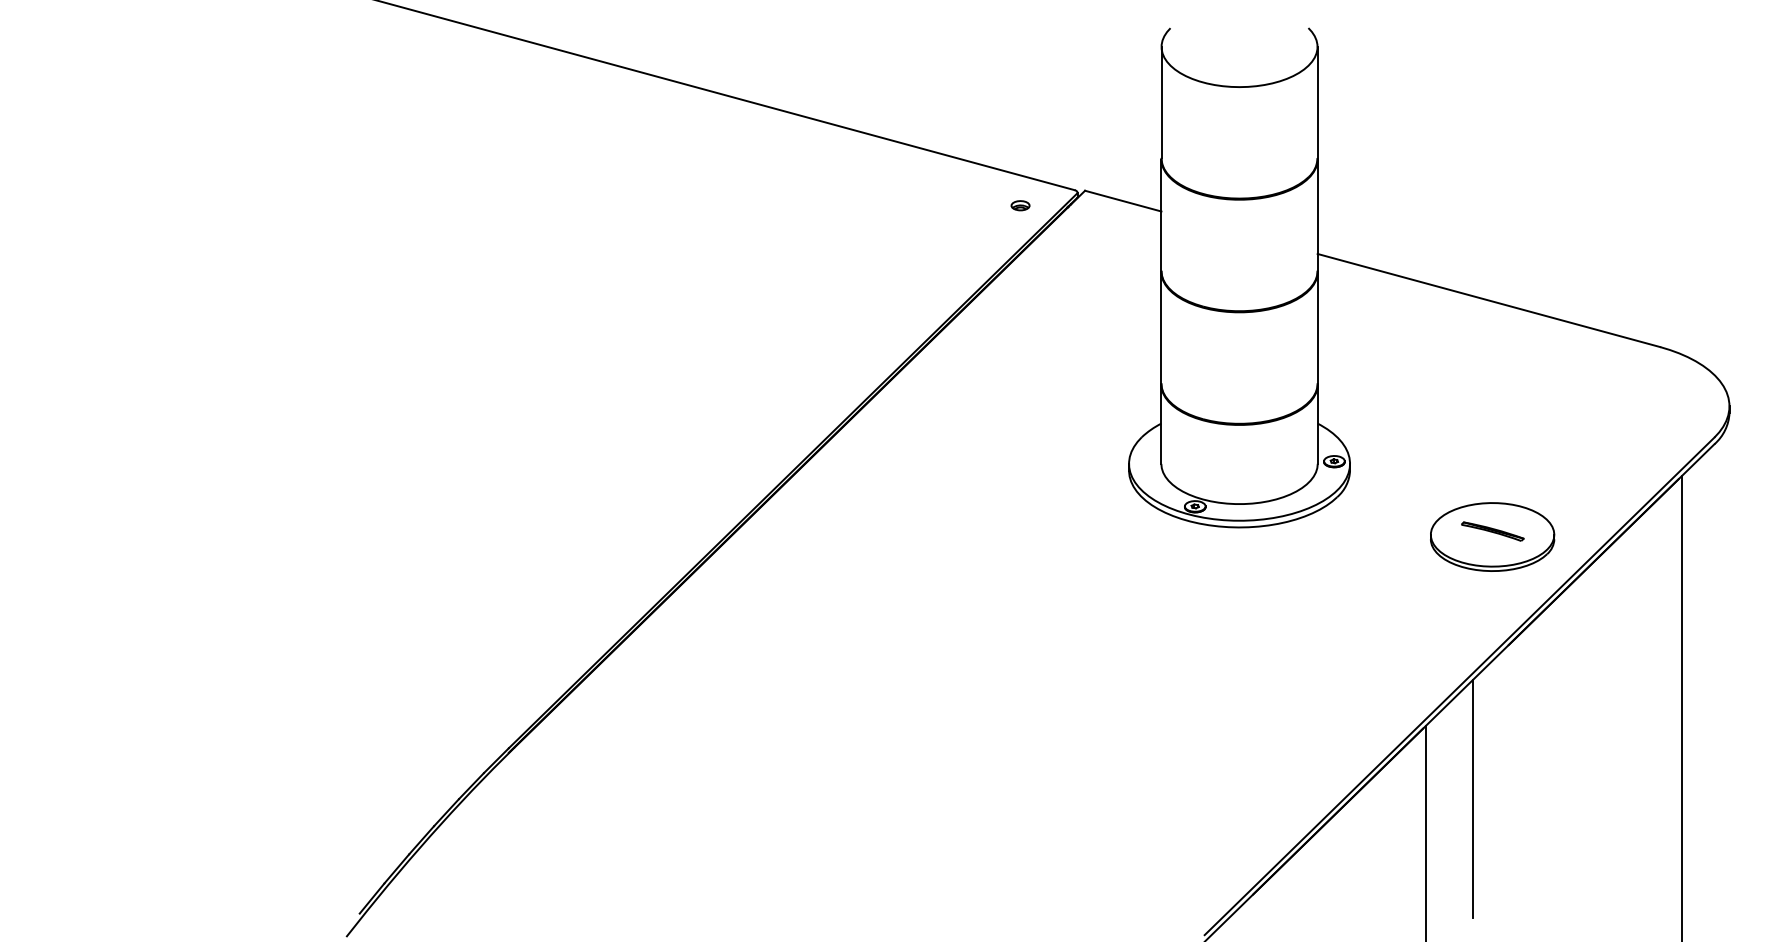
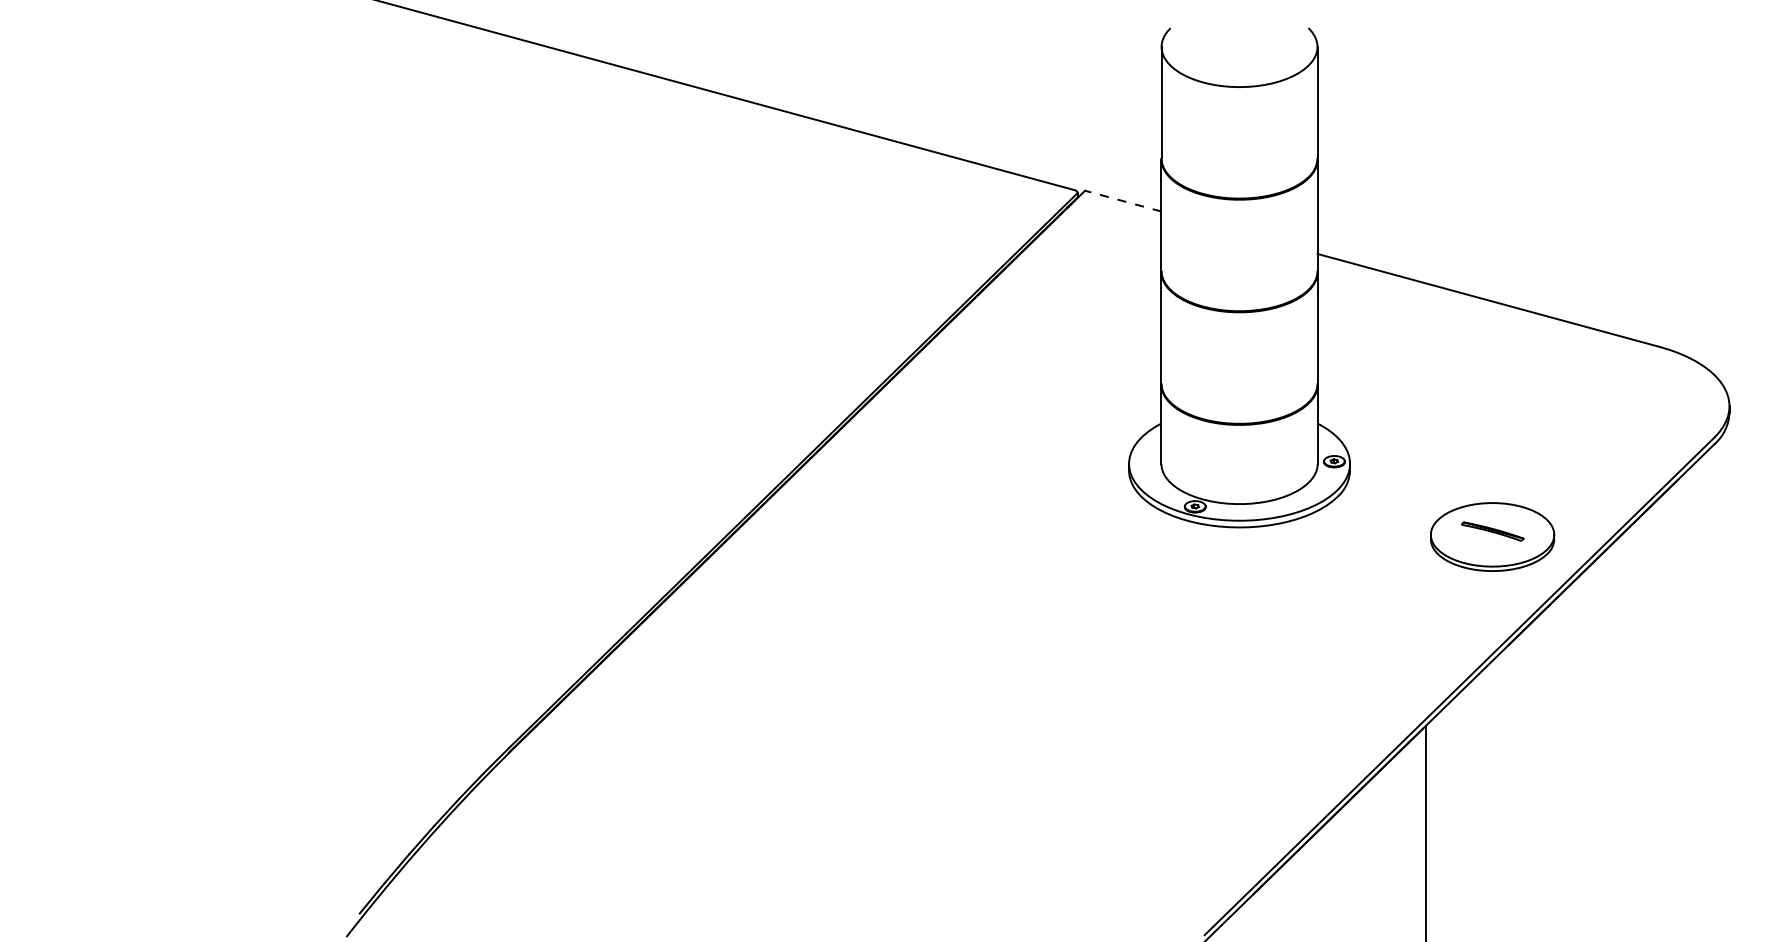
line at (1123, 201): solid -> dashed
part at (1020, 205): present -> none
line at (1681, 707): present -> none
line at (1473, 798): present -> none
